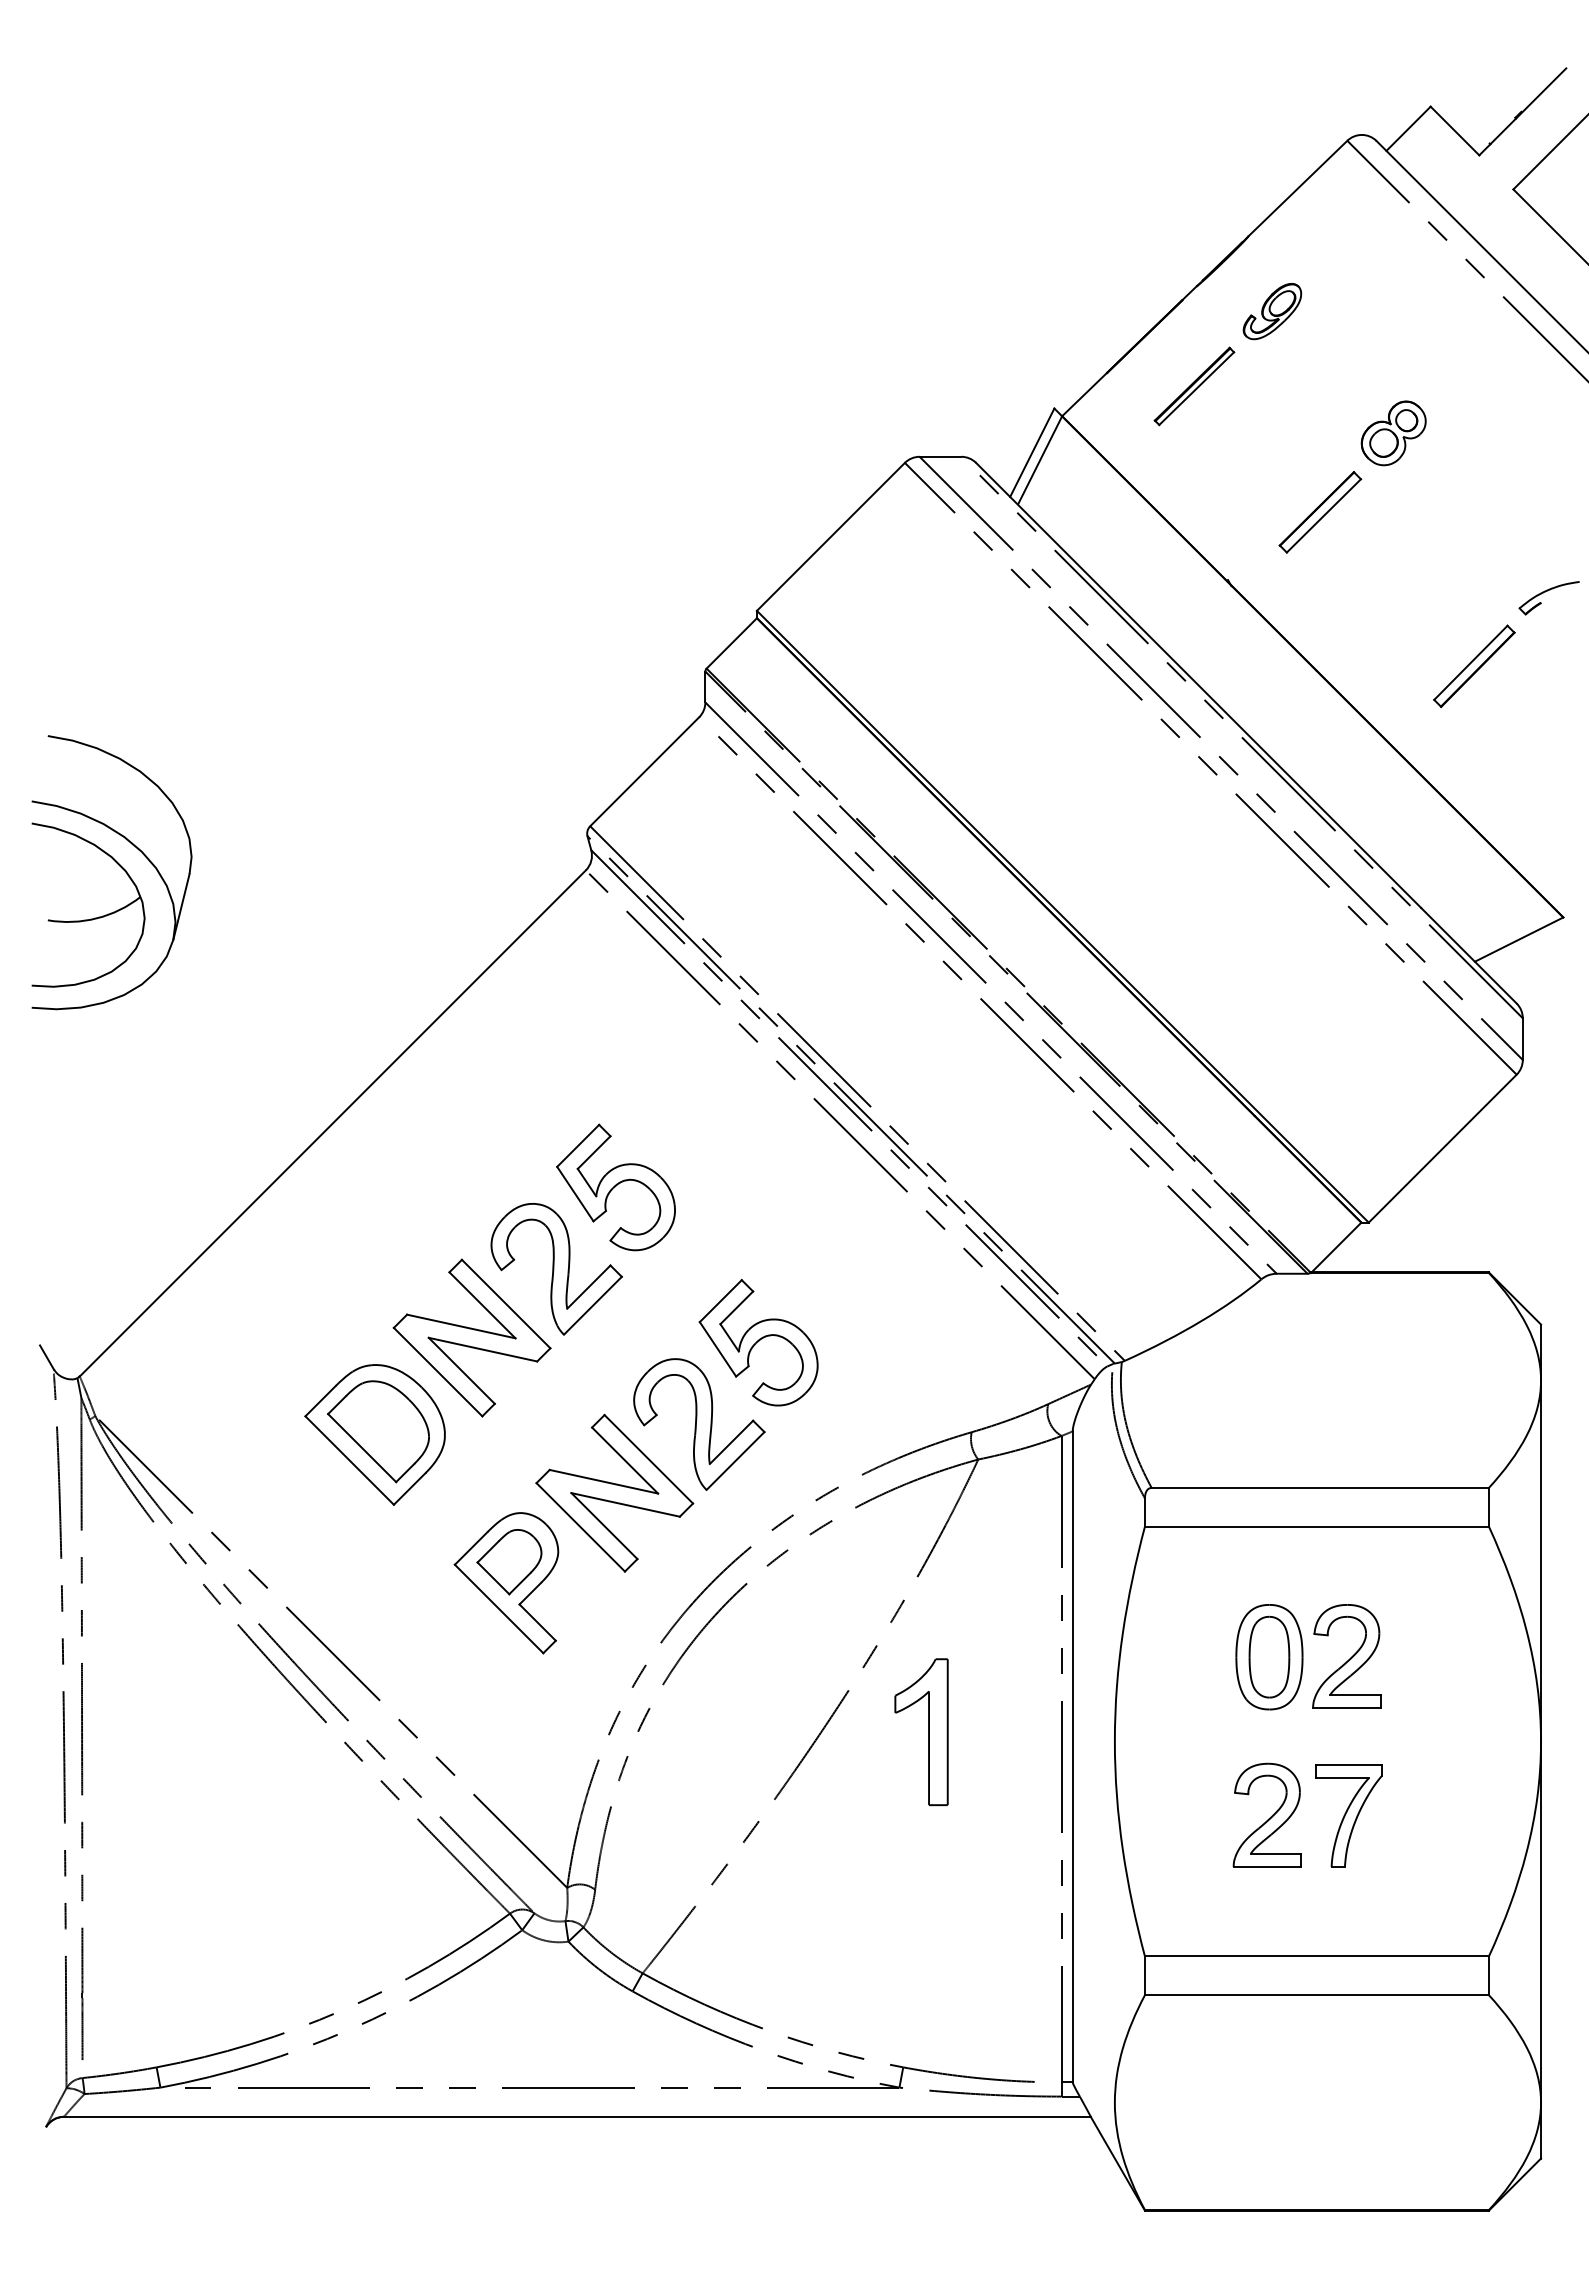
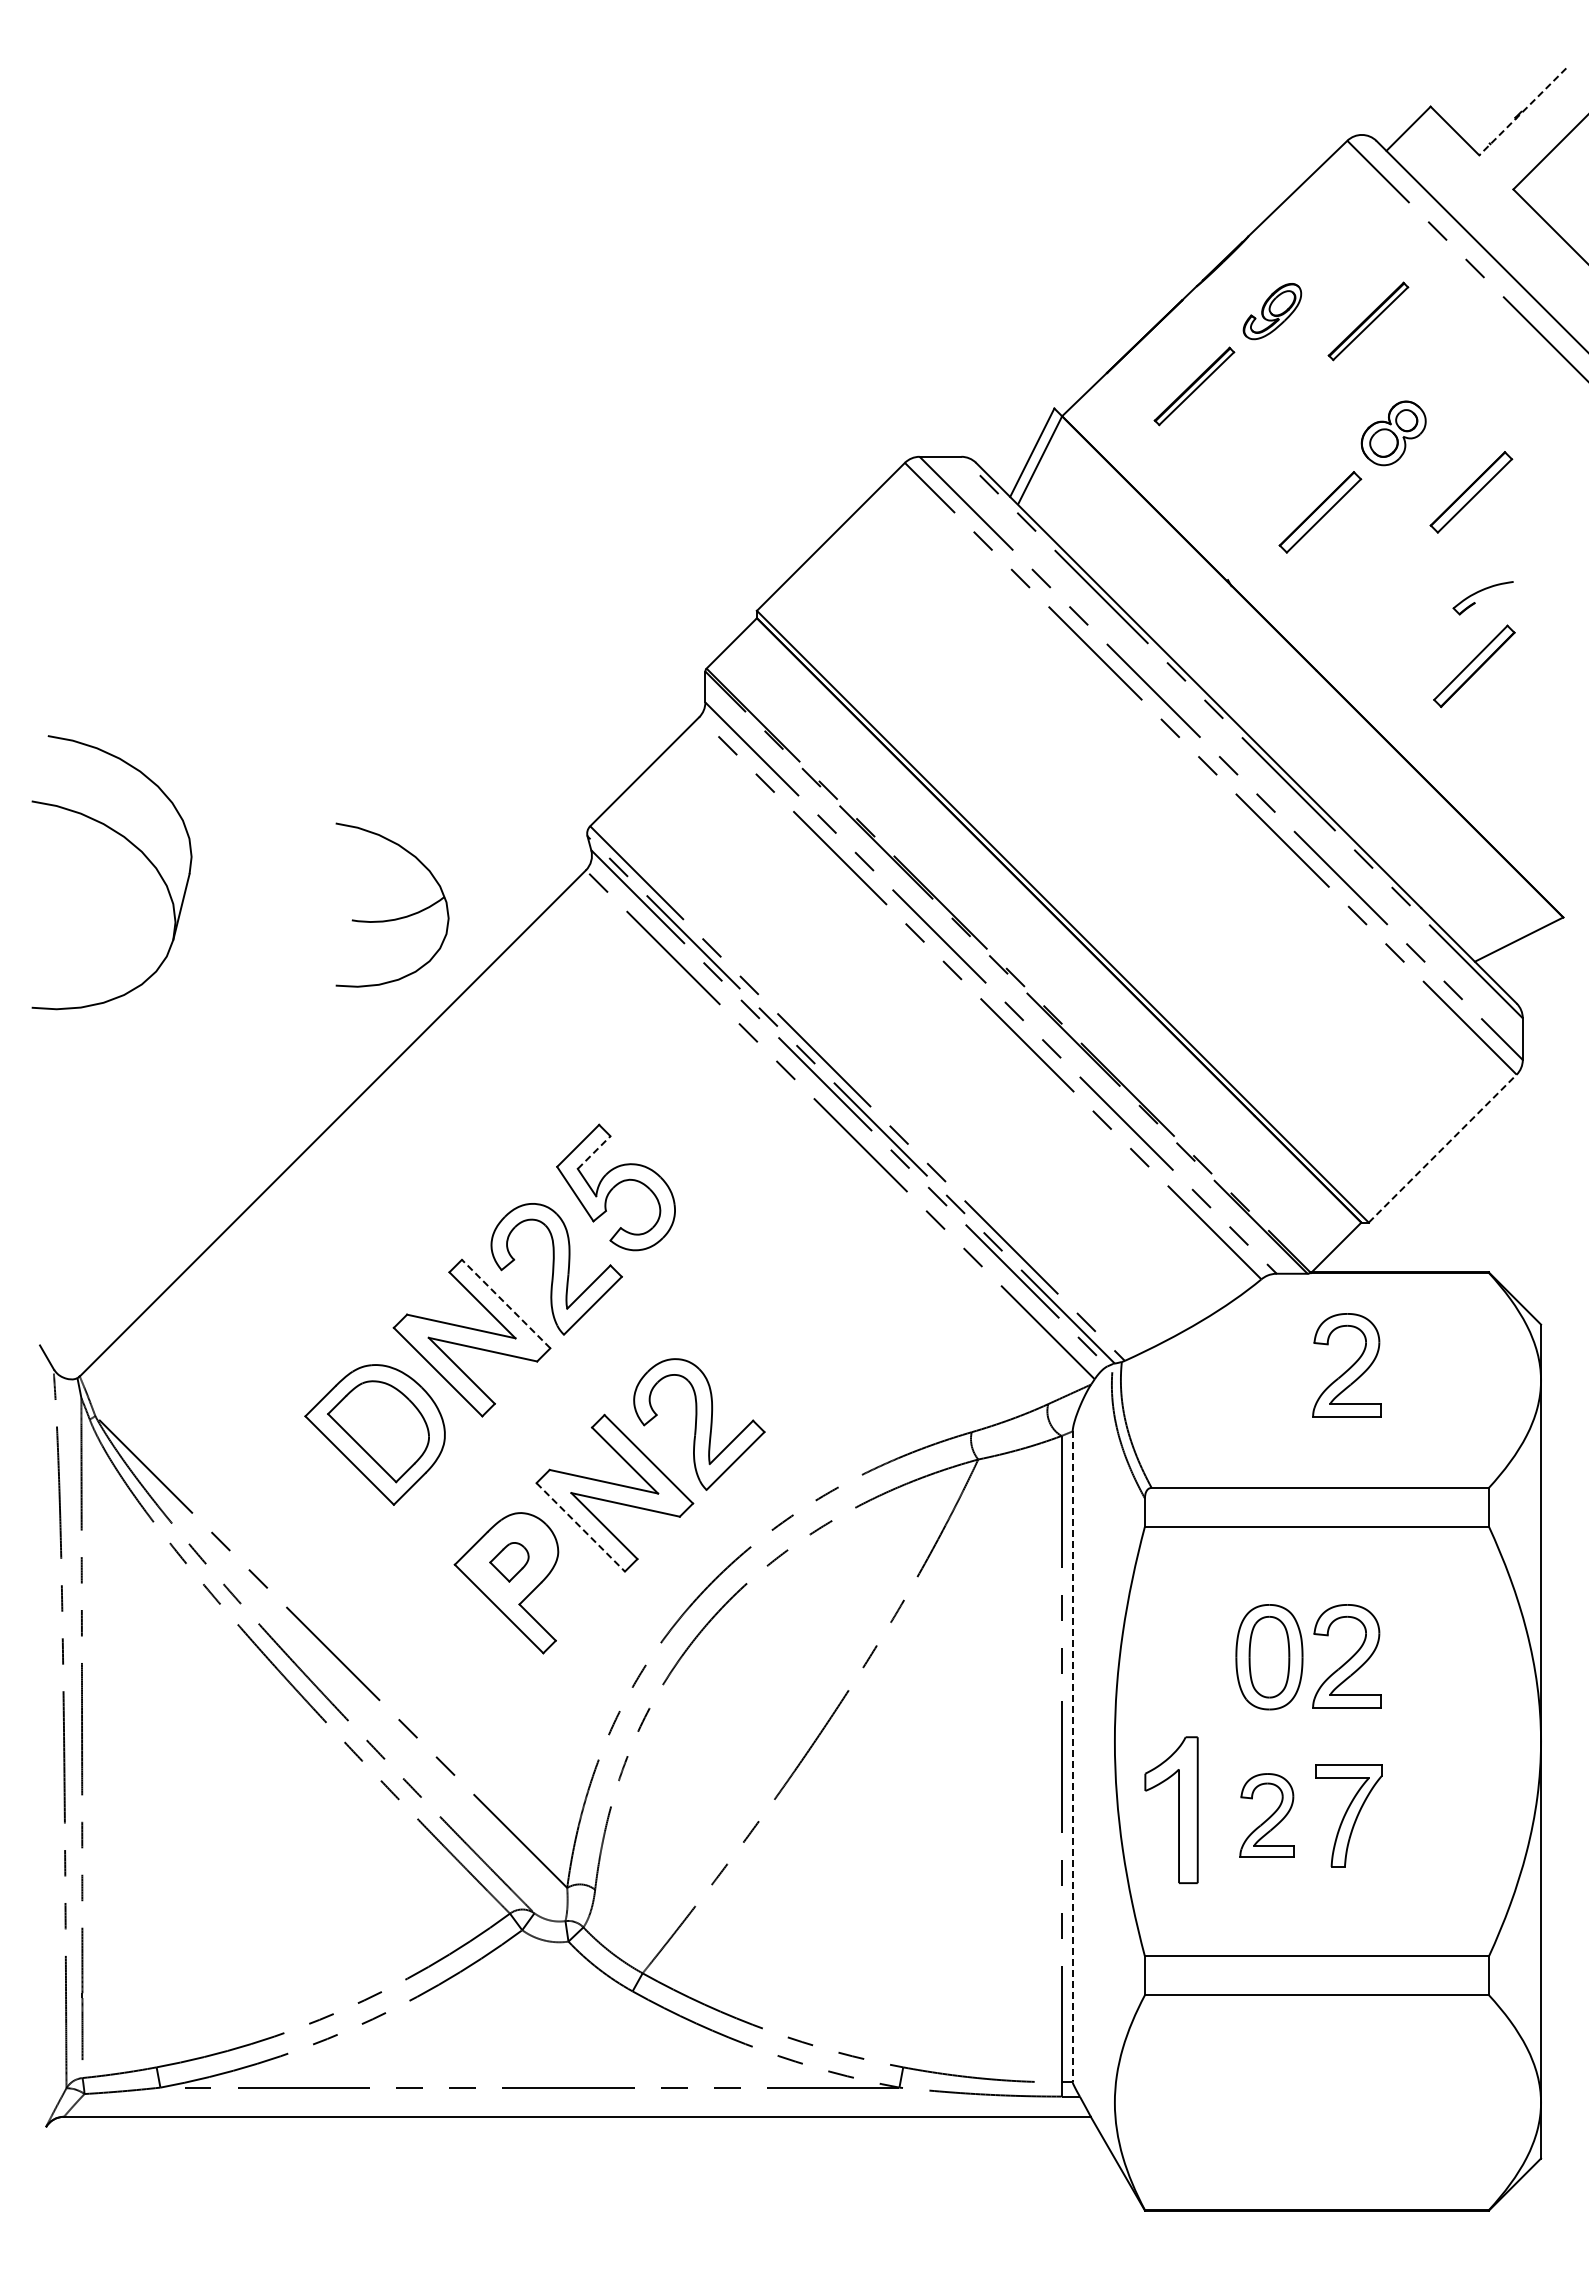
line at (1522, 111): solid -> dashed
part at (1368, 321): none -> present
part at (1471, 492): none -> present
part at (1545, 592) position: (1545, 592) -> (1479, 592)
part at (90, 918) position: (90, 918) -> (394, 918)
line at (1442, 1148): solid -> dashed
line at (594, 1152): solid -> dashed
line at (506, 1304): solid -> dashed
part at (758, 1342): present -> none
part at (1346, 1365): none -> present
line at (580, 1527): solid -> dashed
part at (509, 1562) size: 67x67 px -> 41x41 px
part at (928, 1732) position: (928, 1732) -> (1178, 1810)
line at (1072, 1757): solid -> dashed
part at (1266, 1814) size: 70x106 px -> 56x85 px
